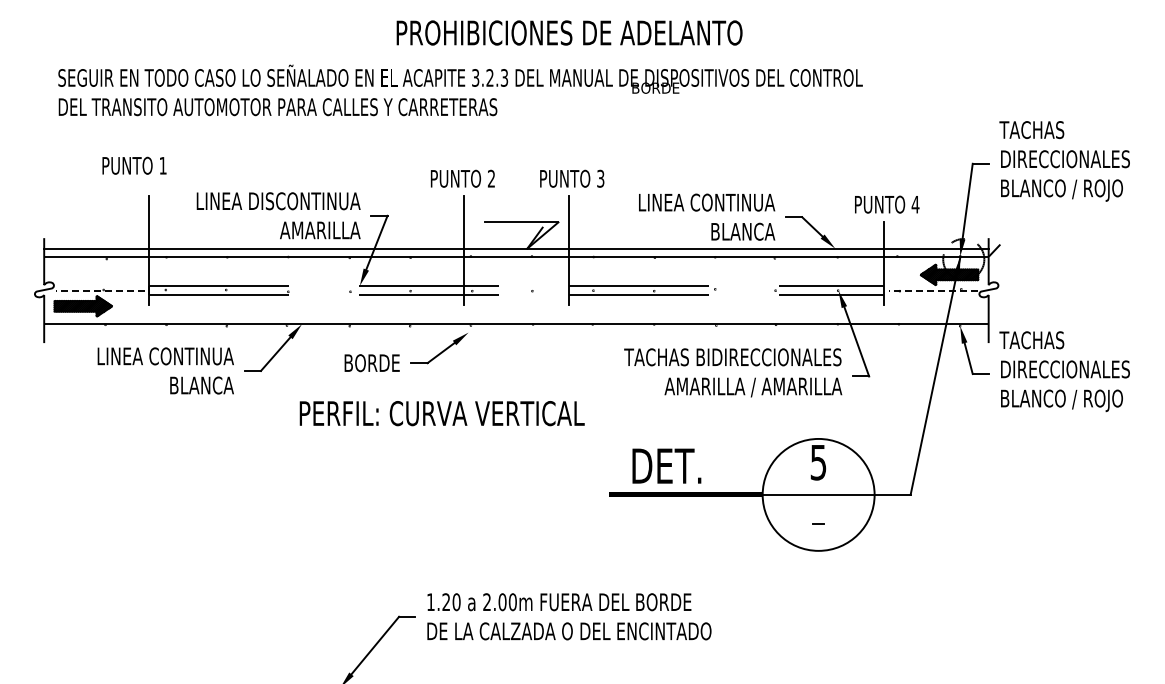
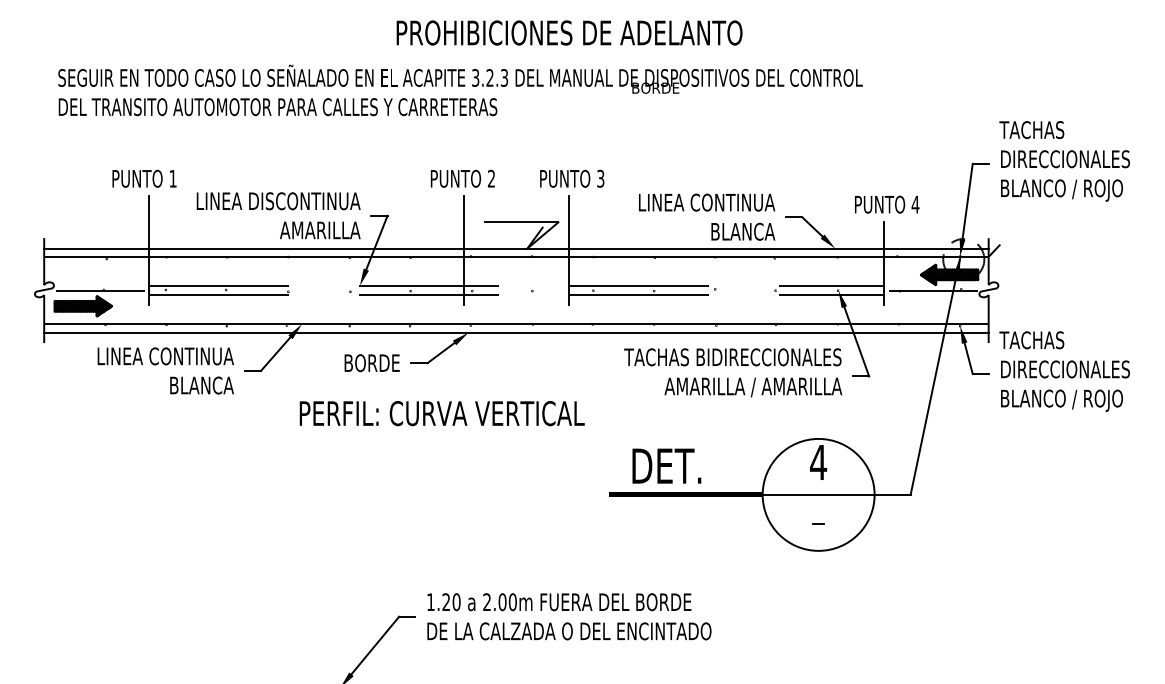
text at (134, 165) position: (134, 165) -> (144, 178)
line at (100, 290): dashed -> solid
line at (933, 290): dashed -> solid
line at (516, 332): none -> present
text at (818, 462): 5 -> 4
